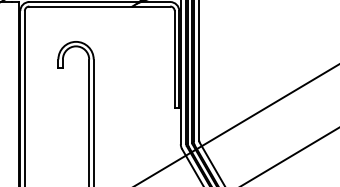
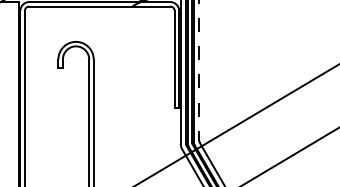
line at (199, 70): solid -> dashed
